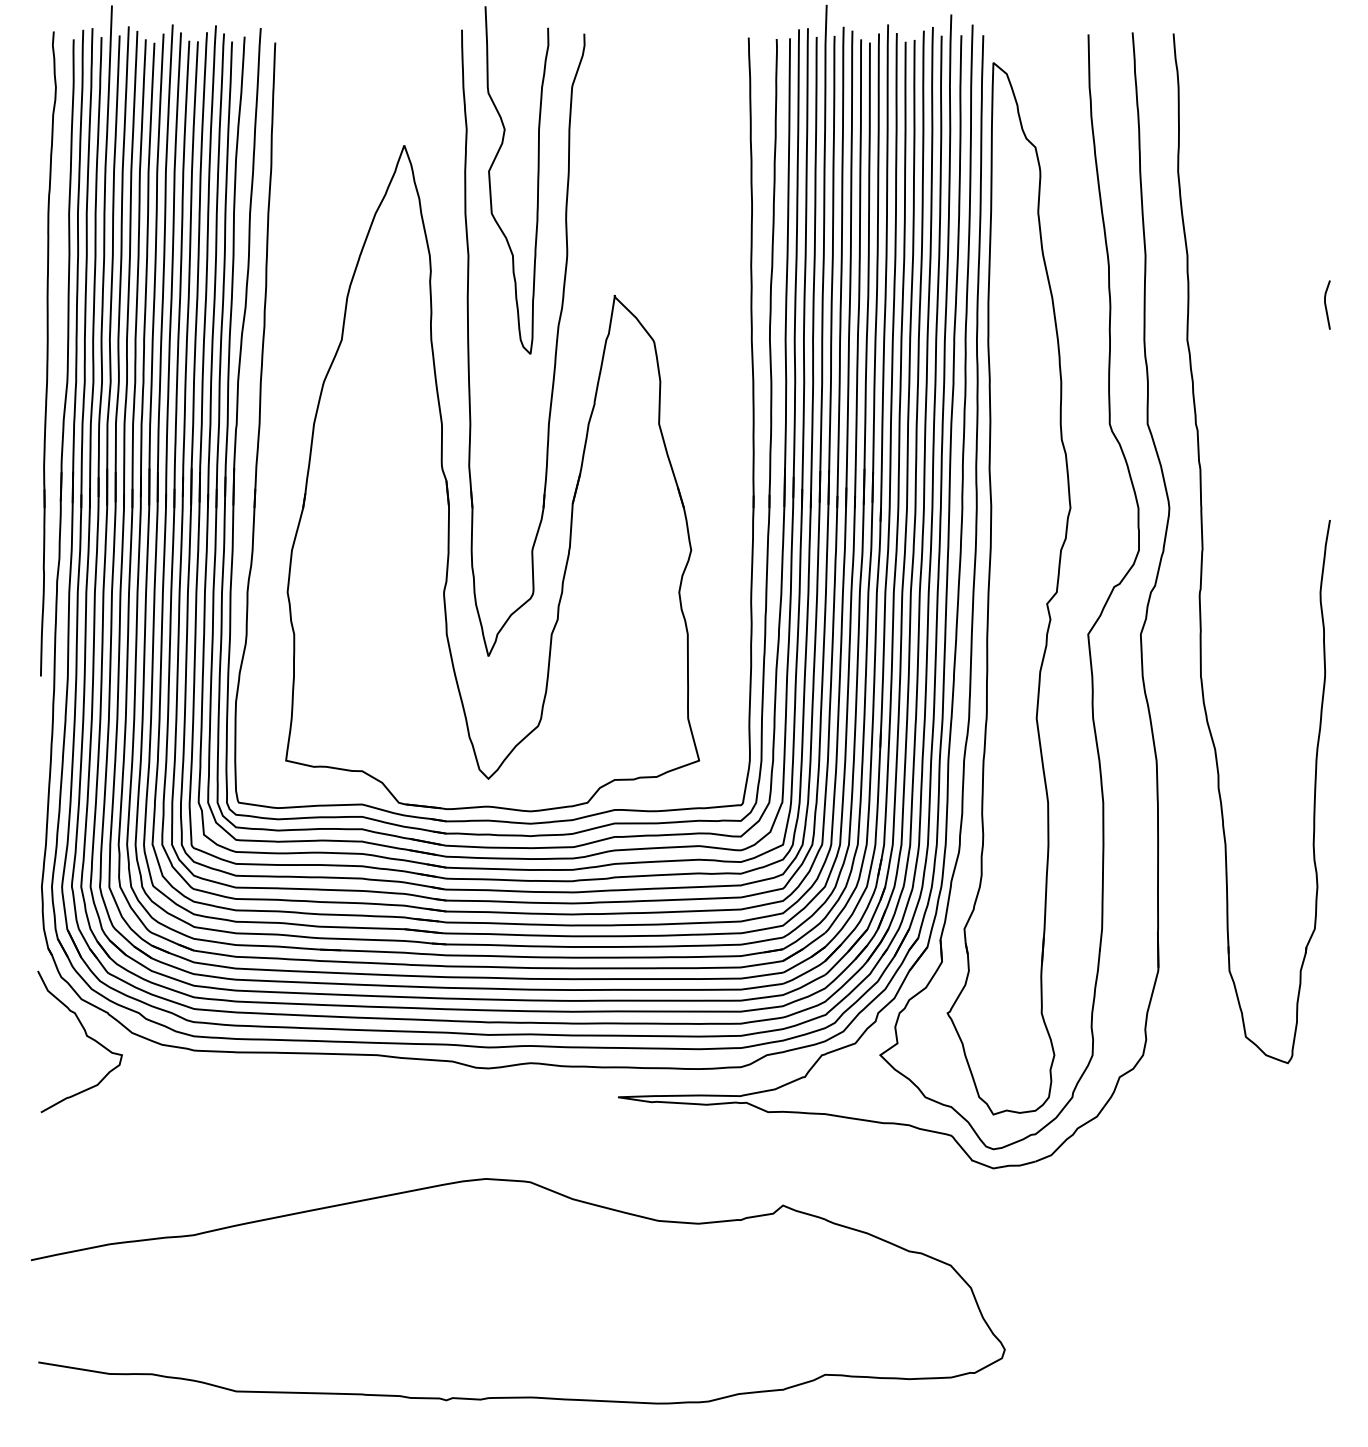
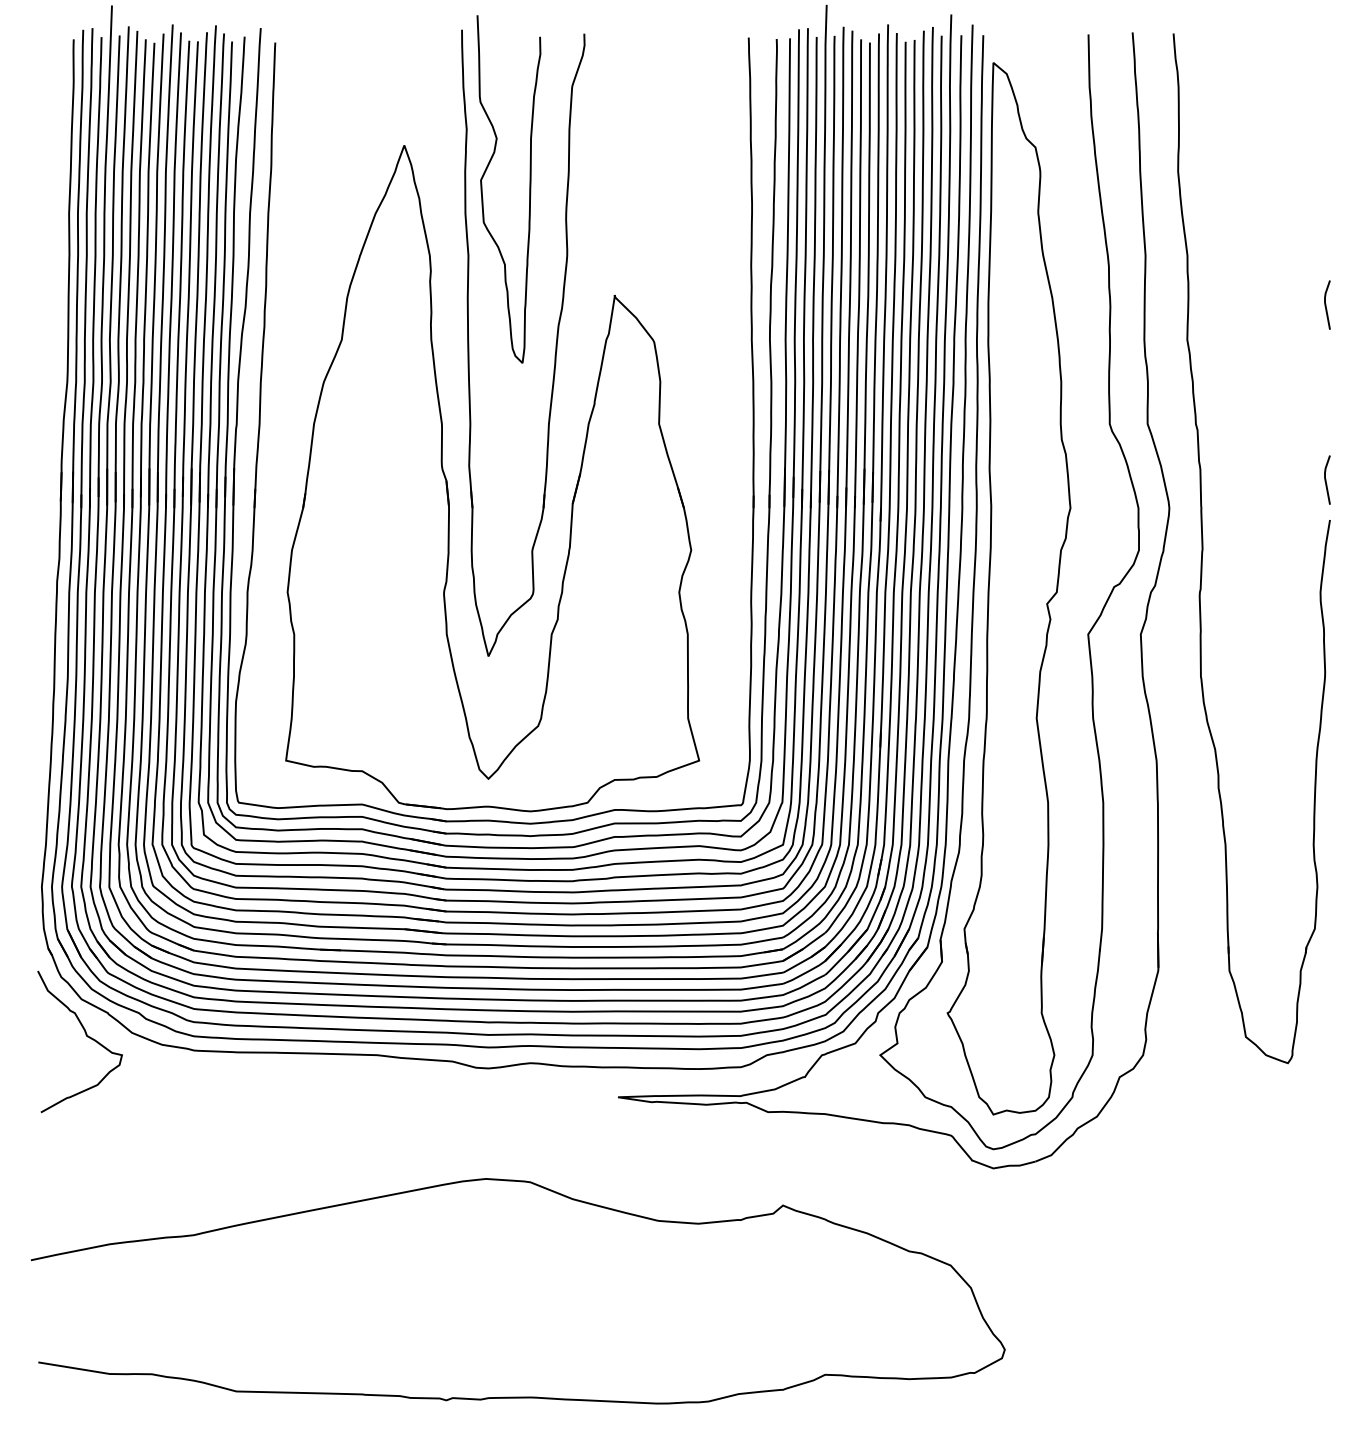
curve at (537, 180) position: (537, 180) -> (529, 189)
part at (48, 353): present -> none
line at (1326, 479): none -> present
